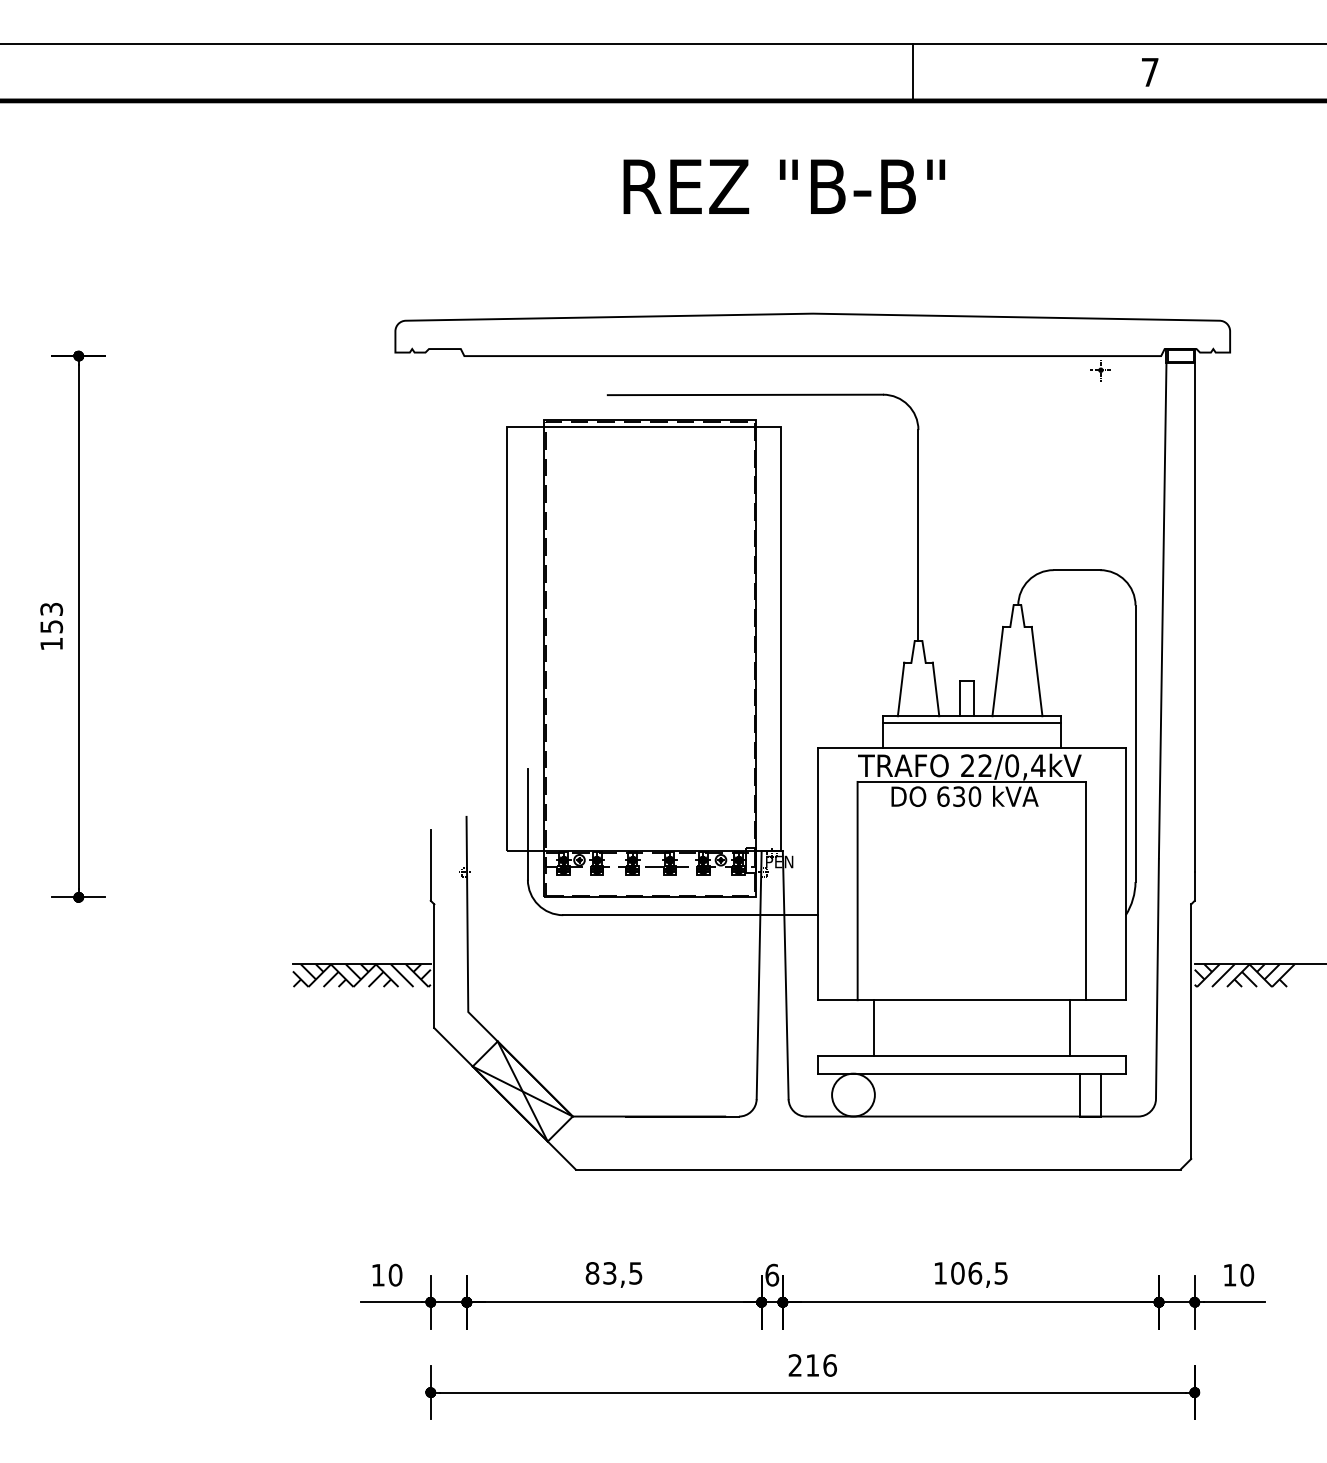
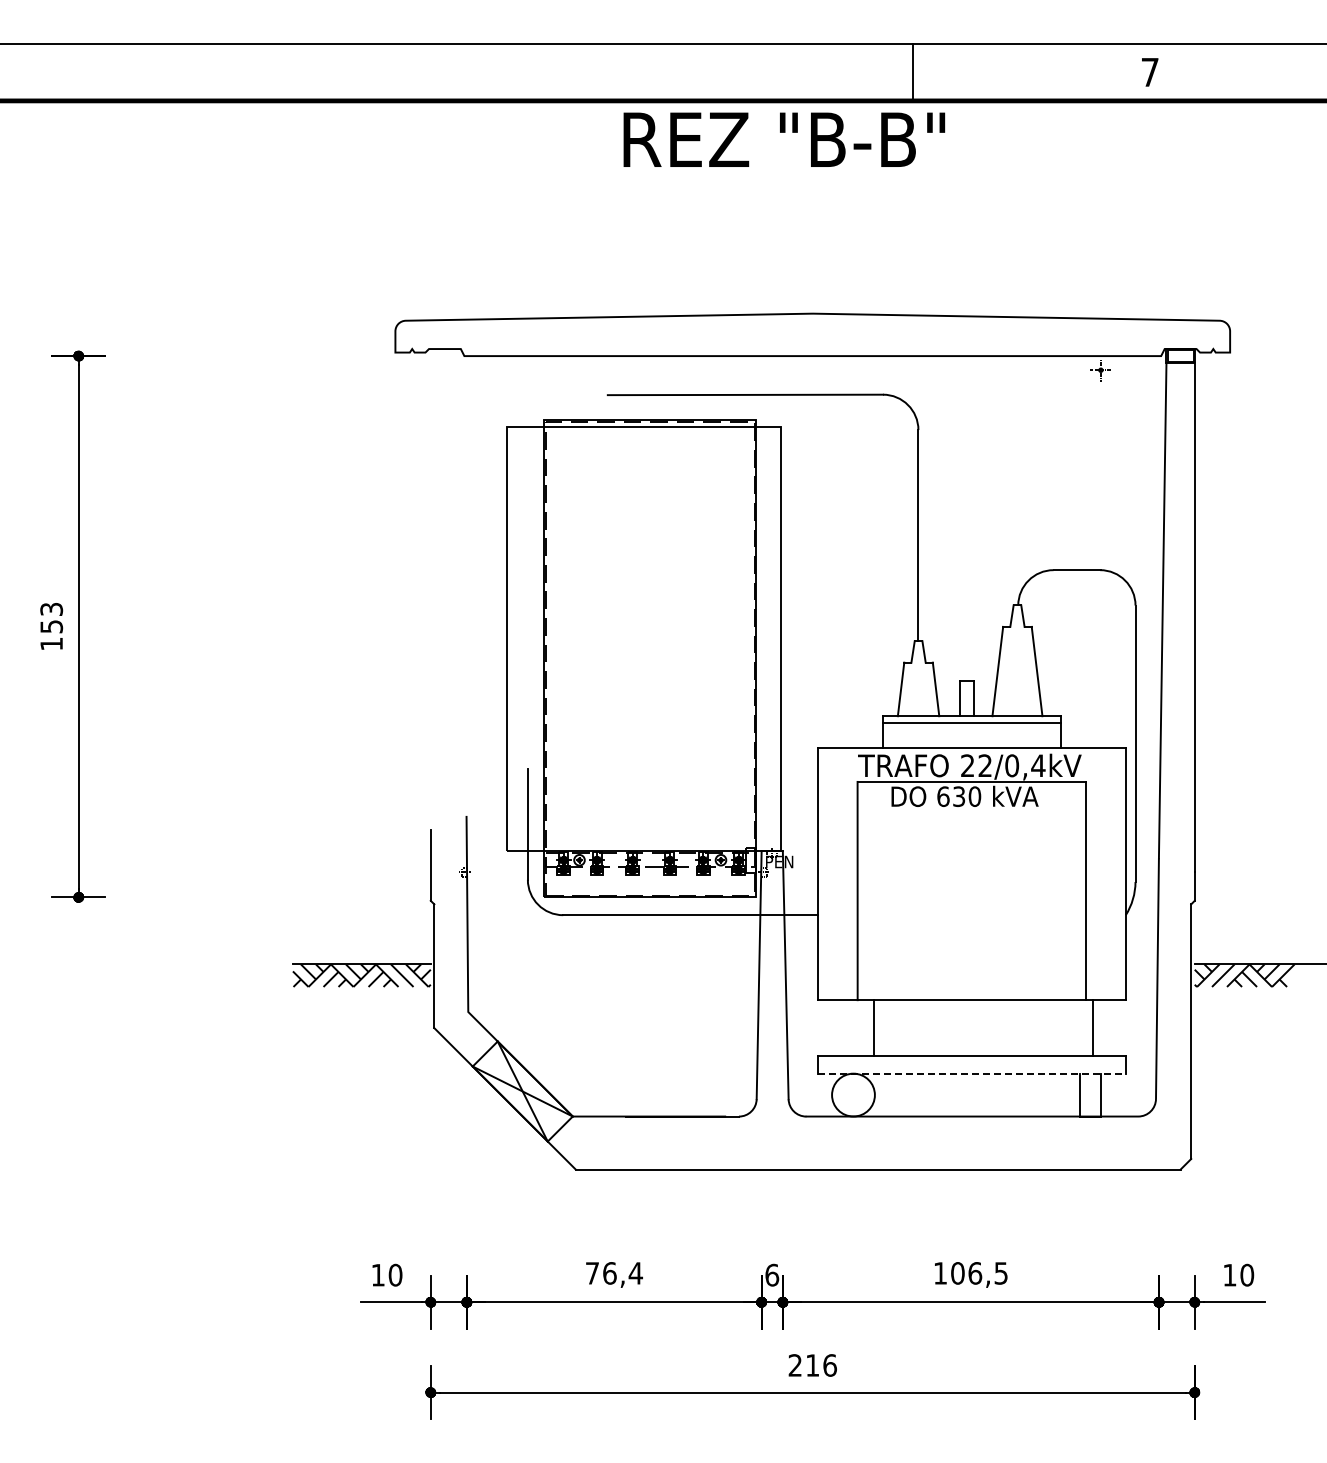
text at (784, 186) position: (784, 186) -> (784, 139)
line at (1070, 1028) position: (1070, 1028) -> (1093, 1028)
line at (971, 1073): solid -> dashed
text at (613, 1273): 83,5 -> 76,4
